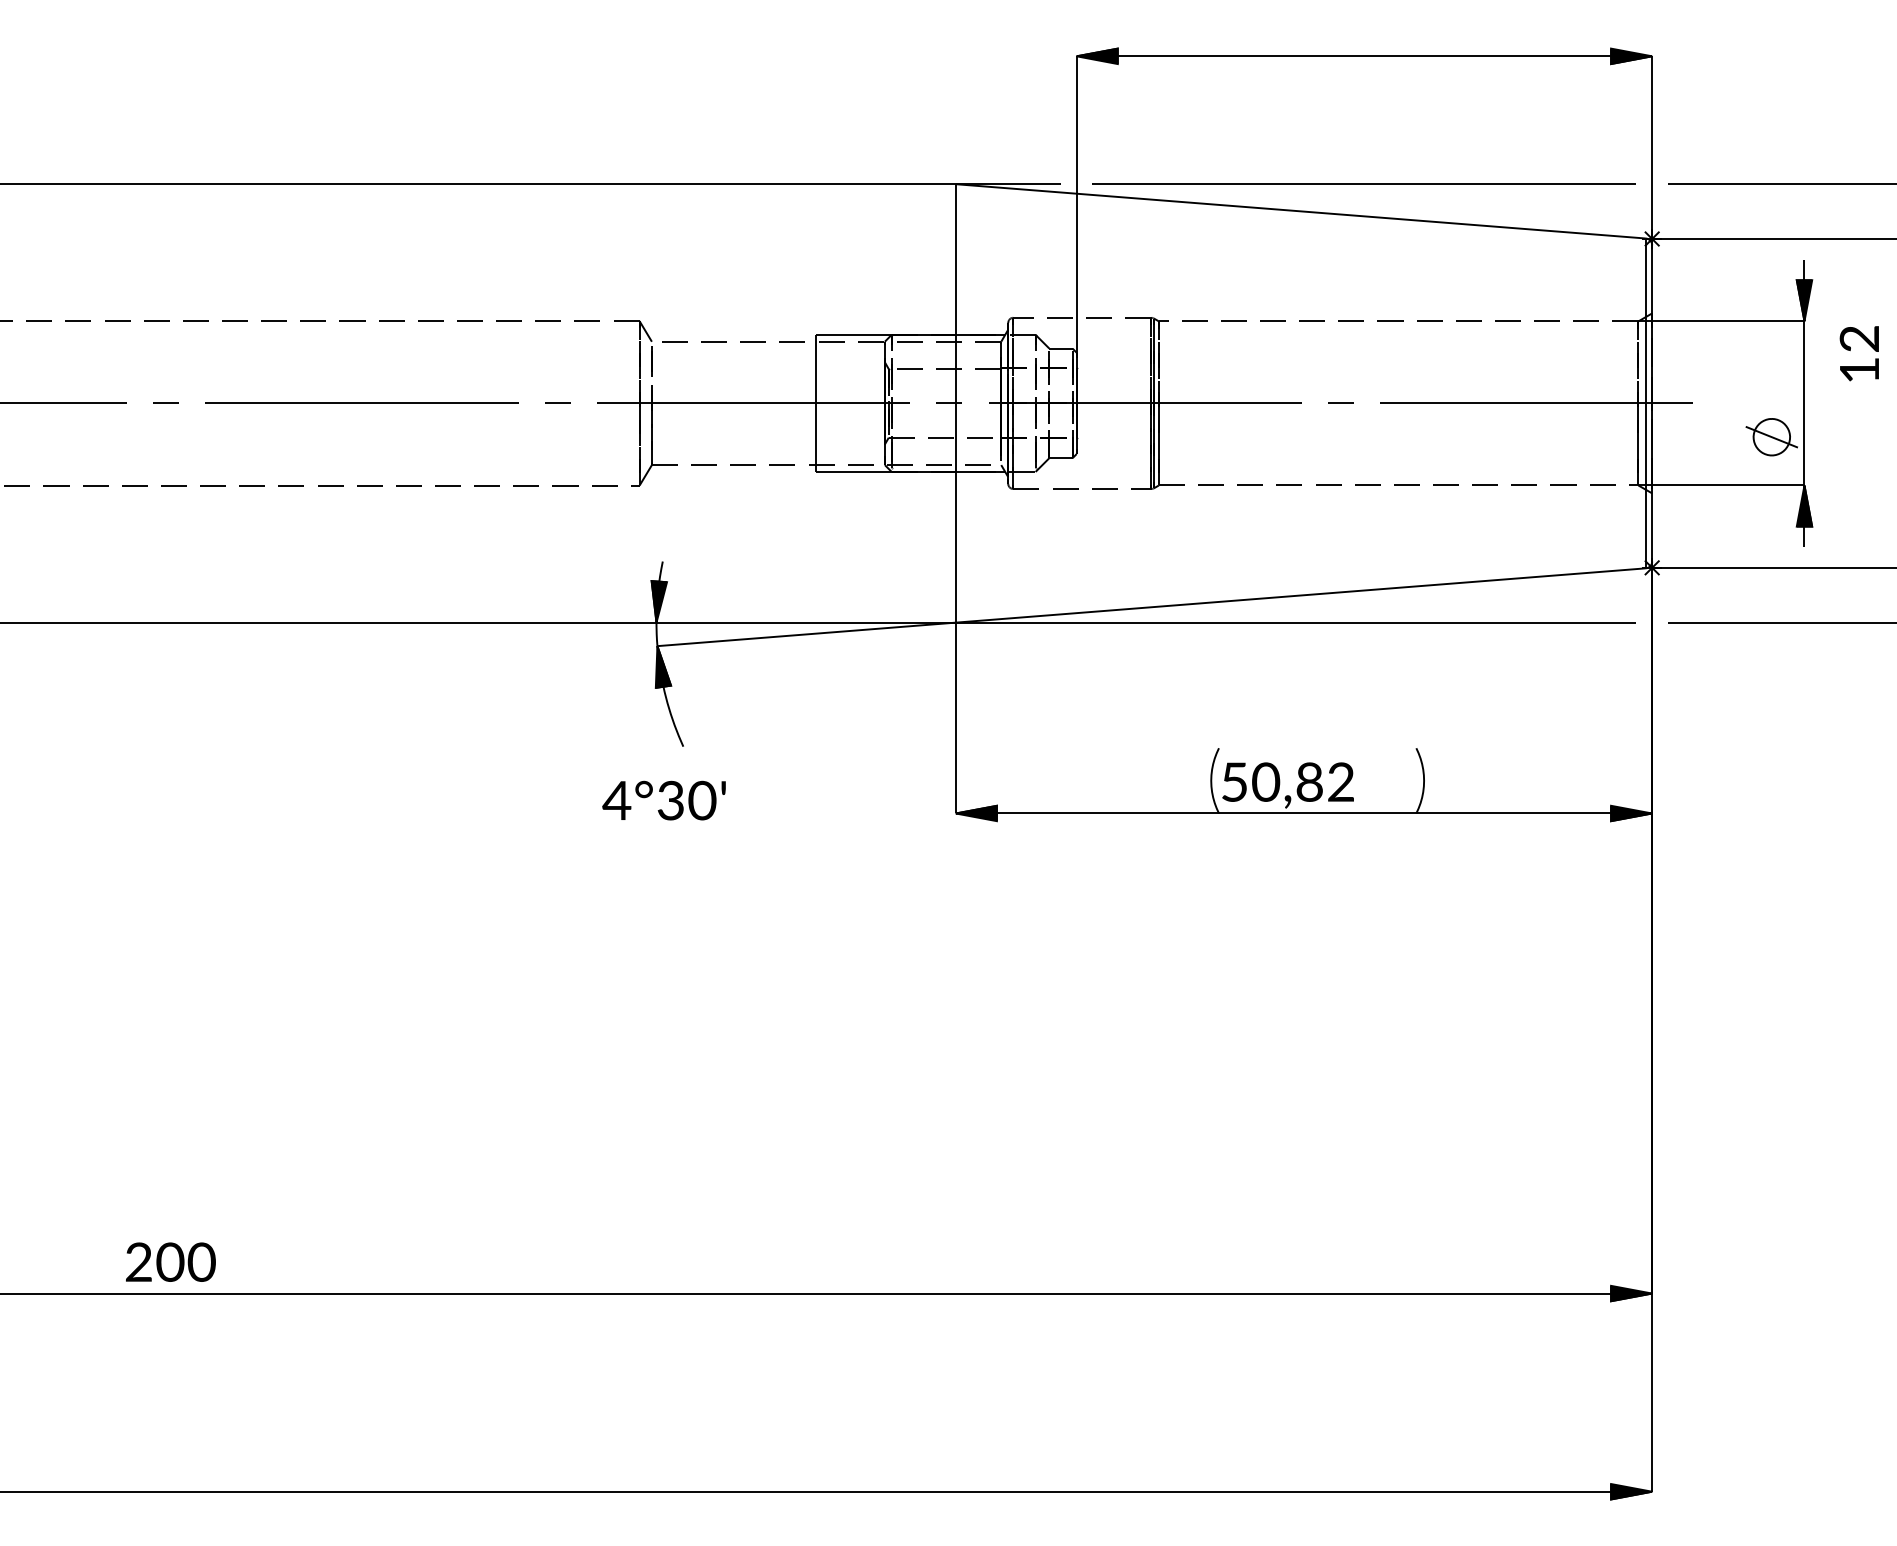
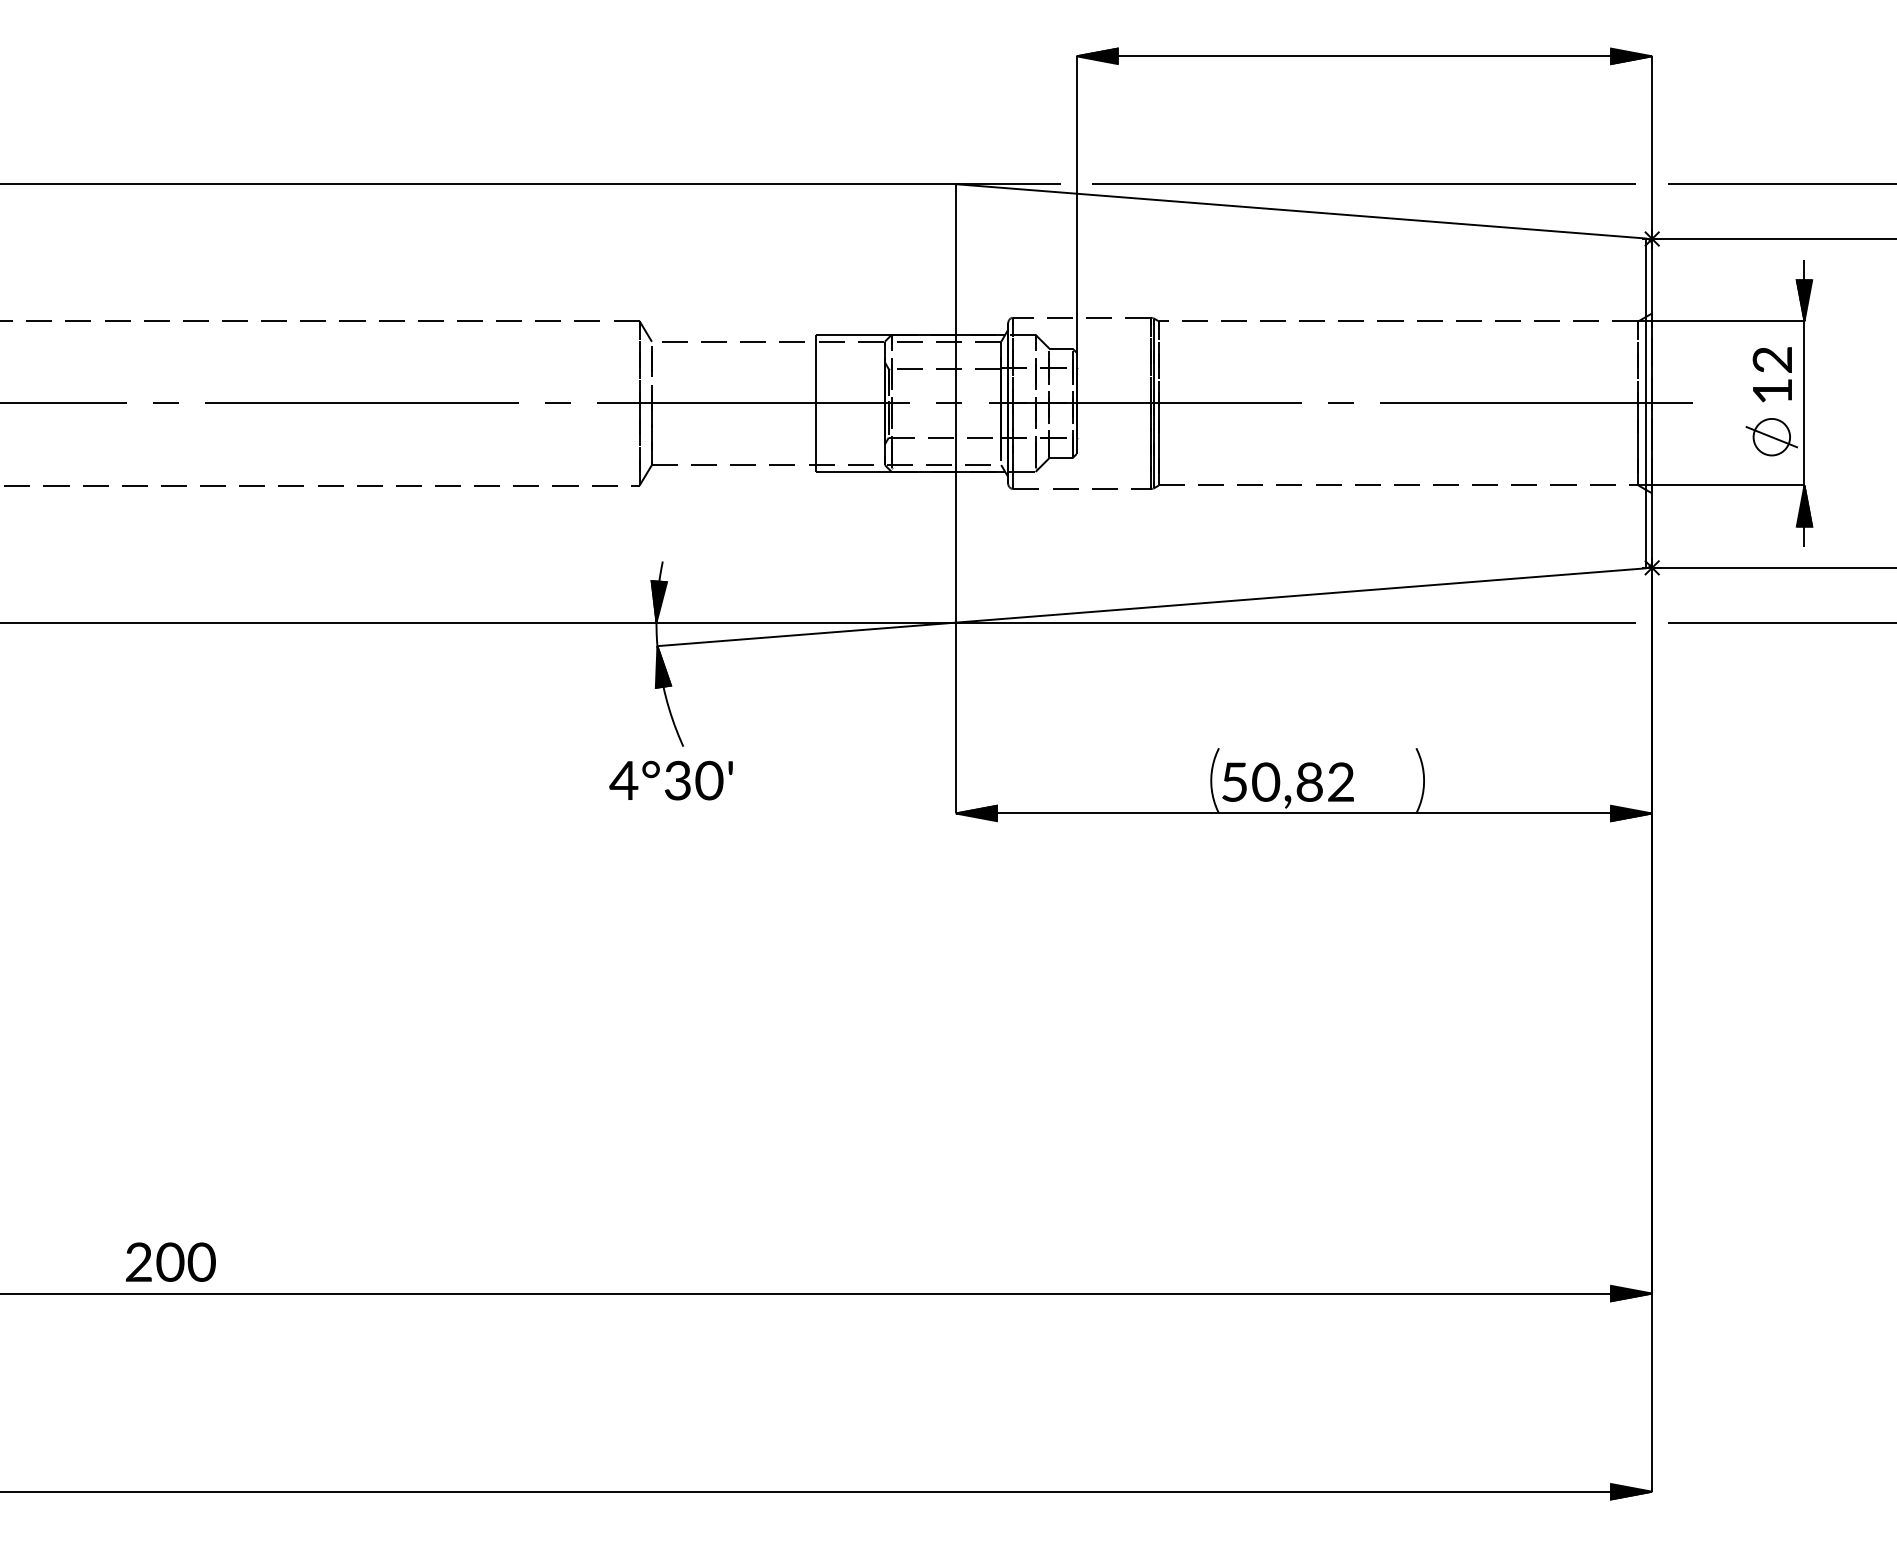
text at (1858, 353) position: (1858, 353) -> (1771, 374)
text at (663, 800) position: (663, 800) -> (670, 780)
